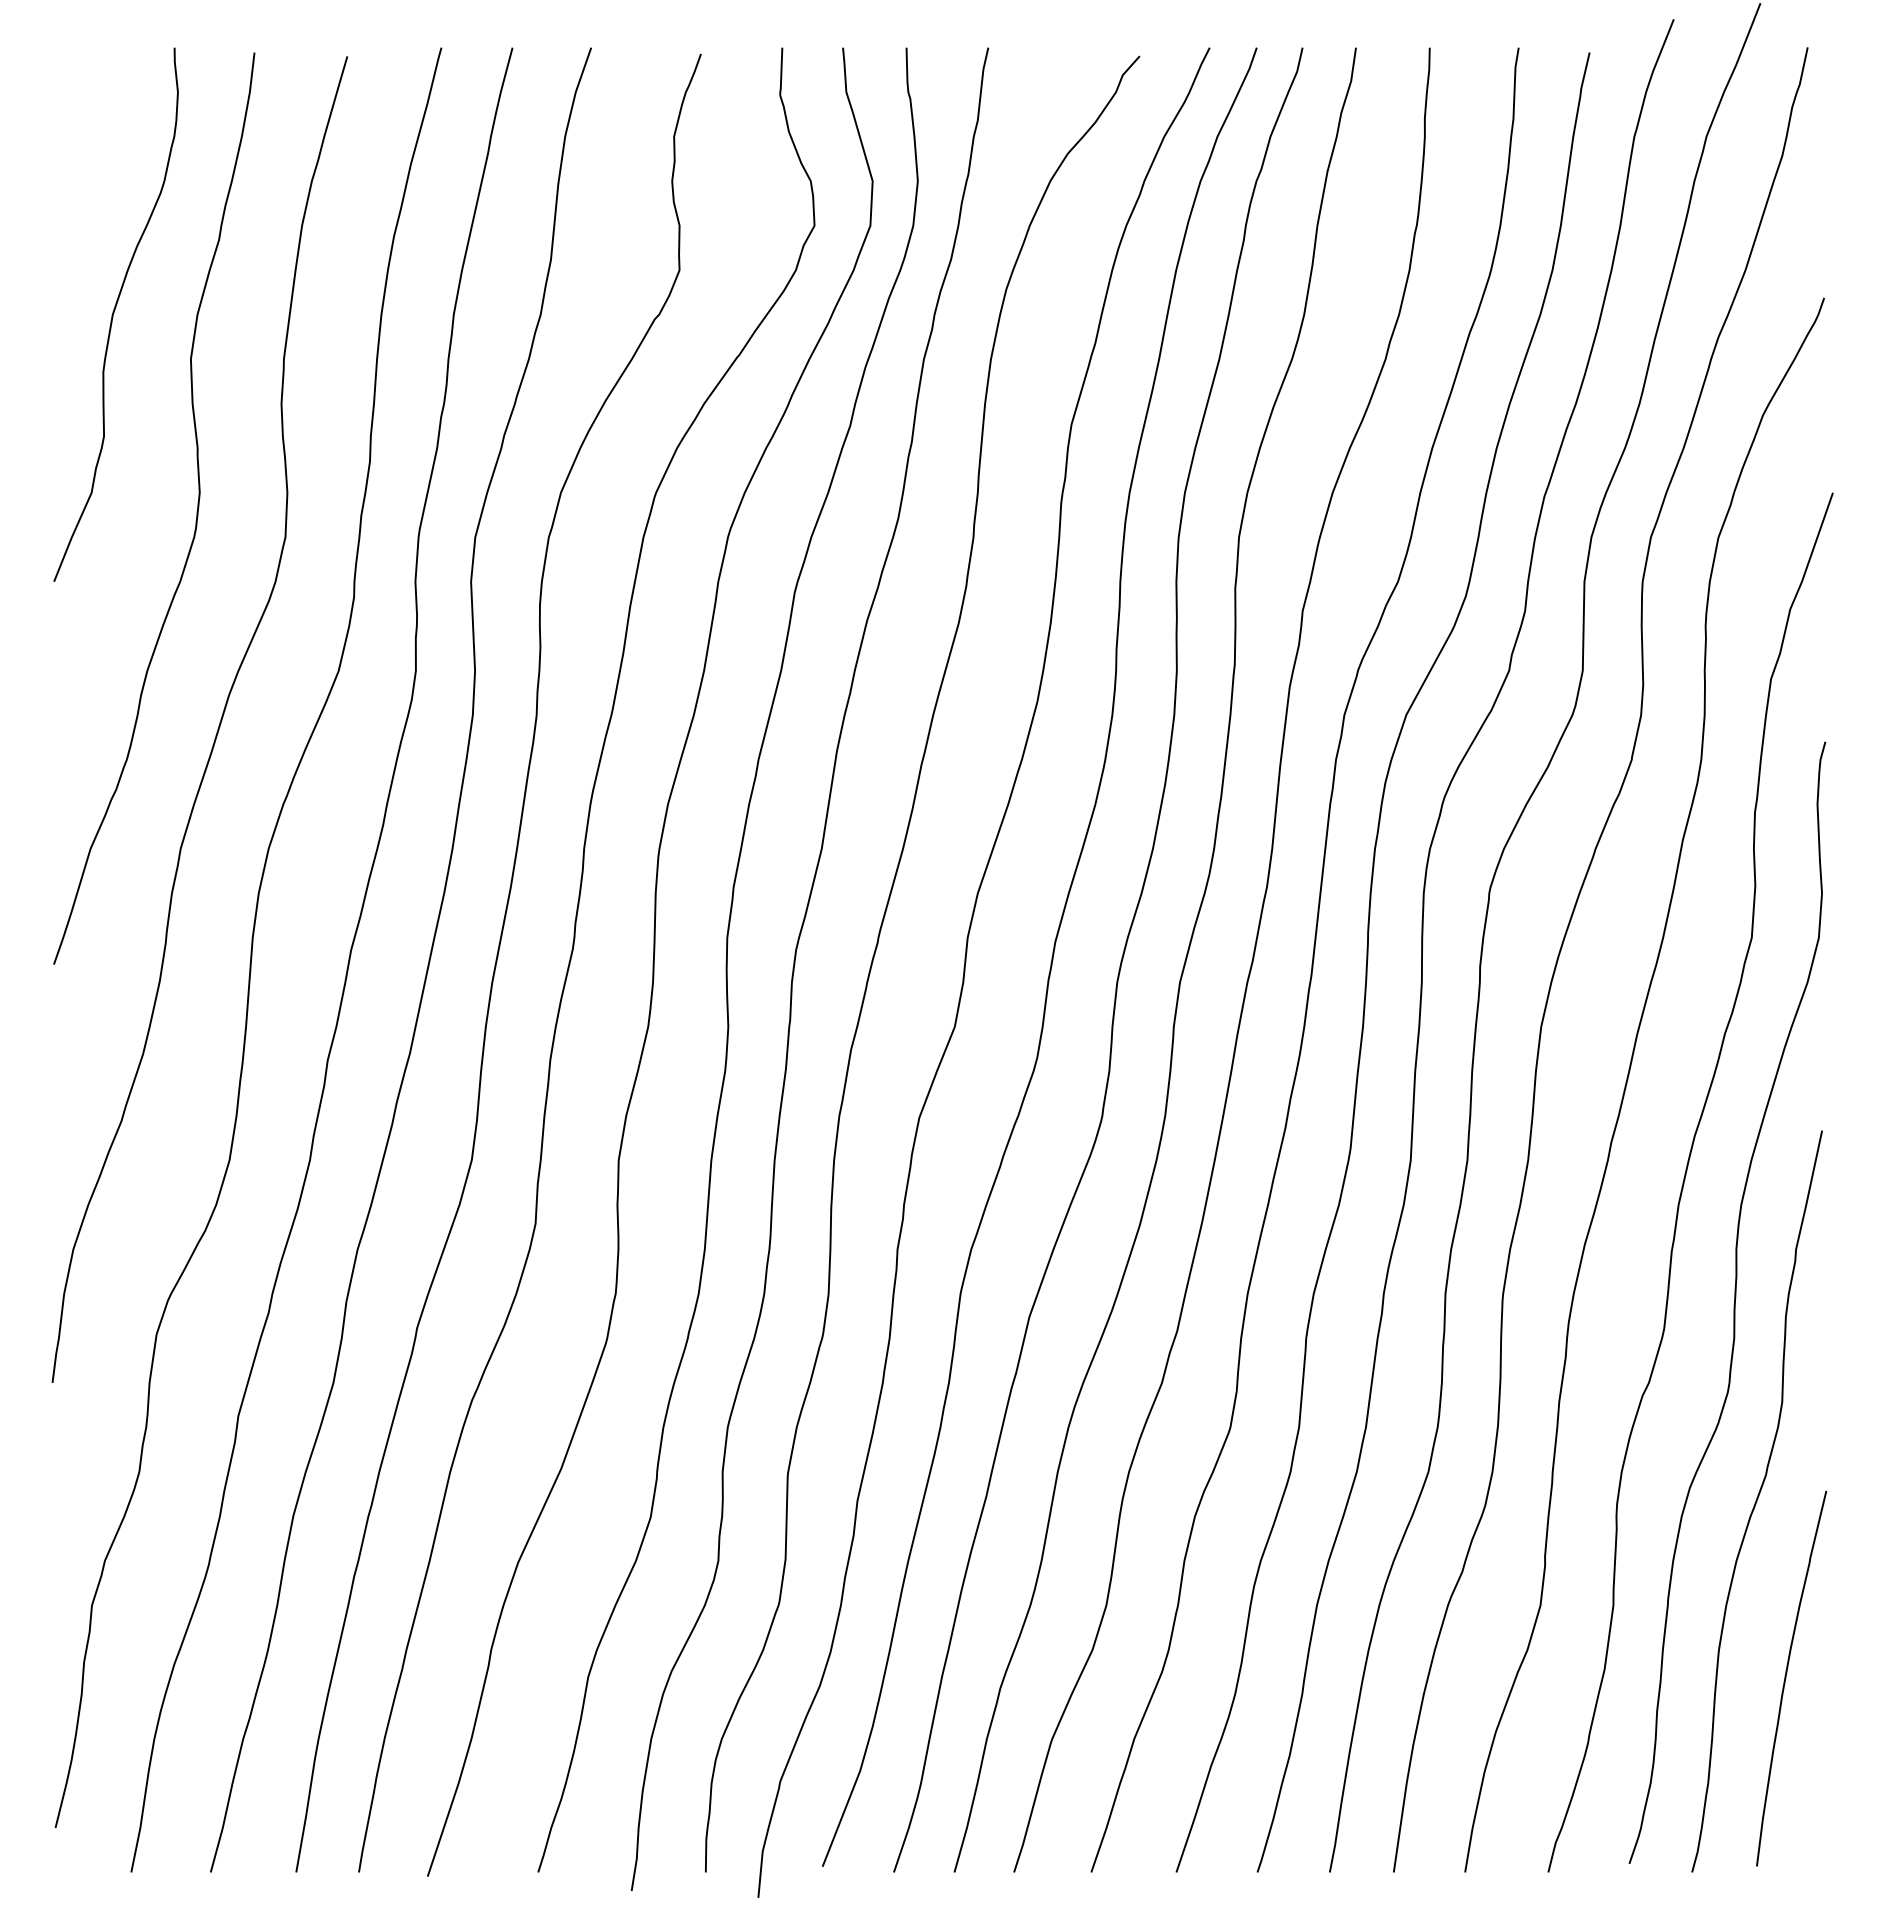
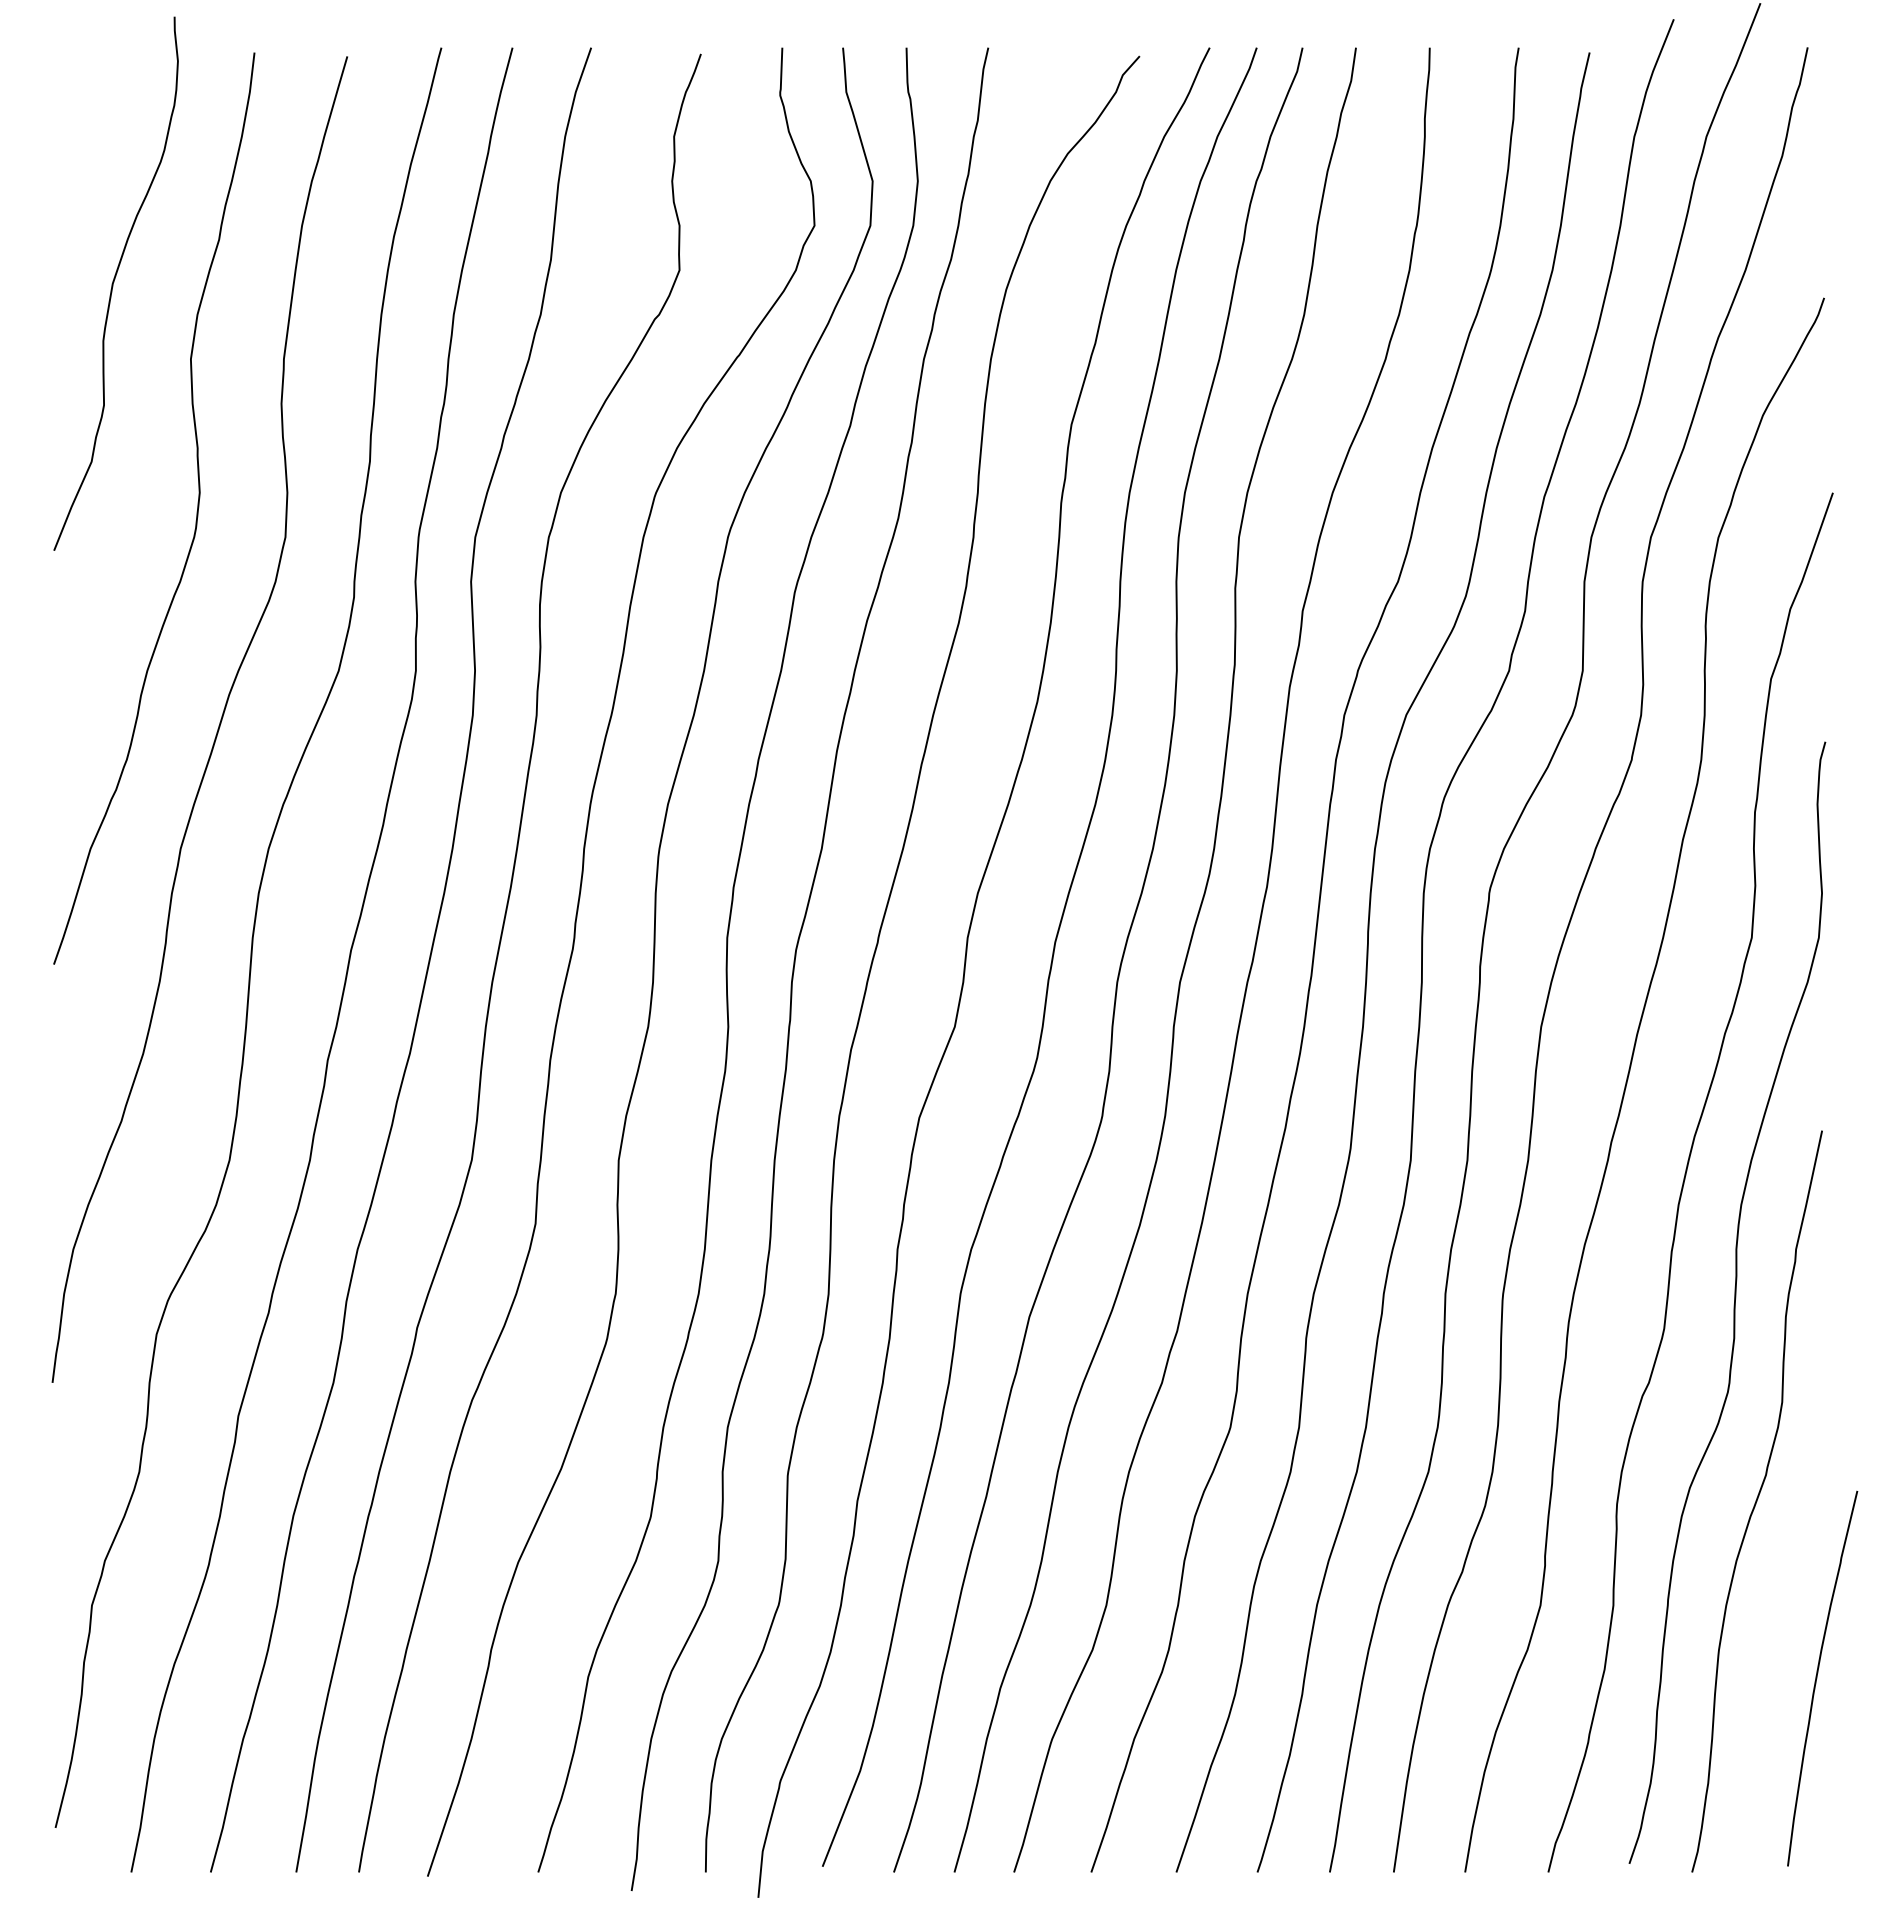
curve at (114, 313) position: (114, 313) -> (114, 282)
curve at (1786, 1678) position: (1786, 1678) -> (1817, 1678)
